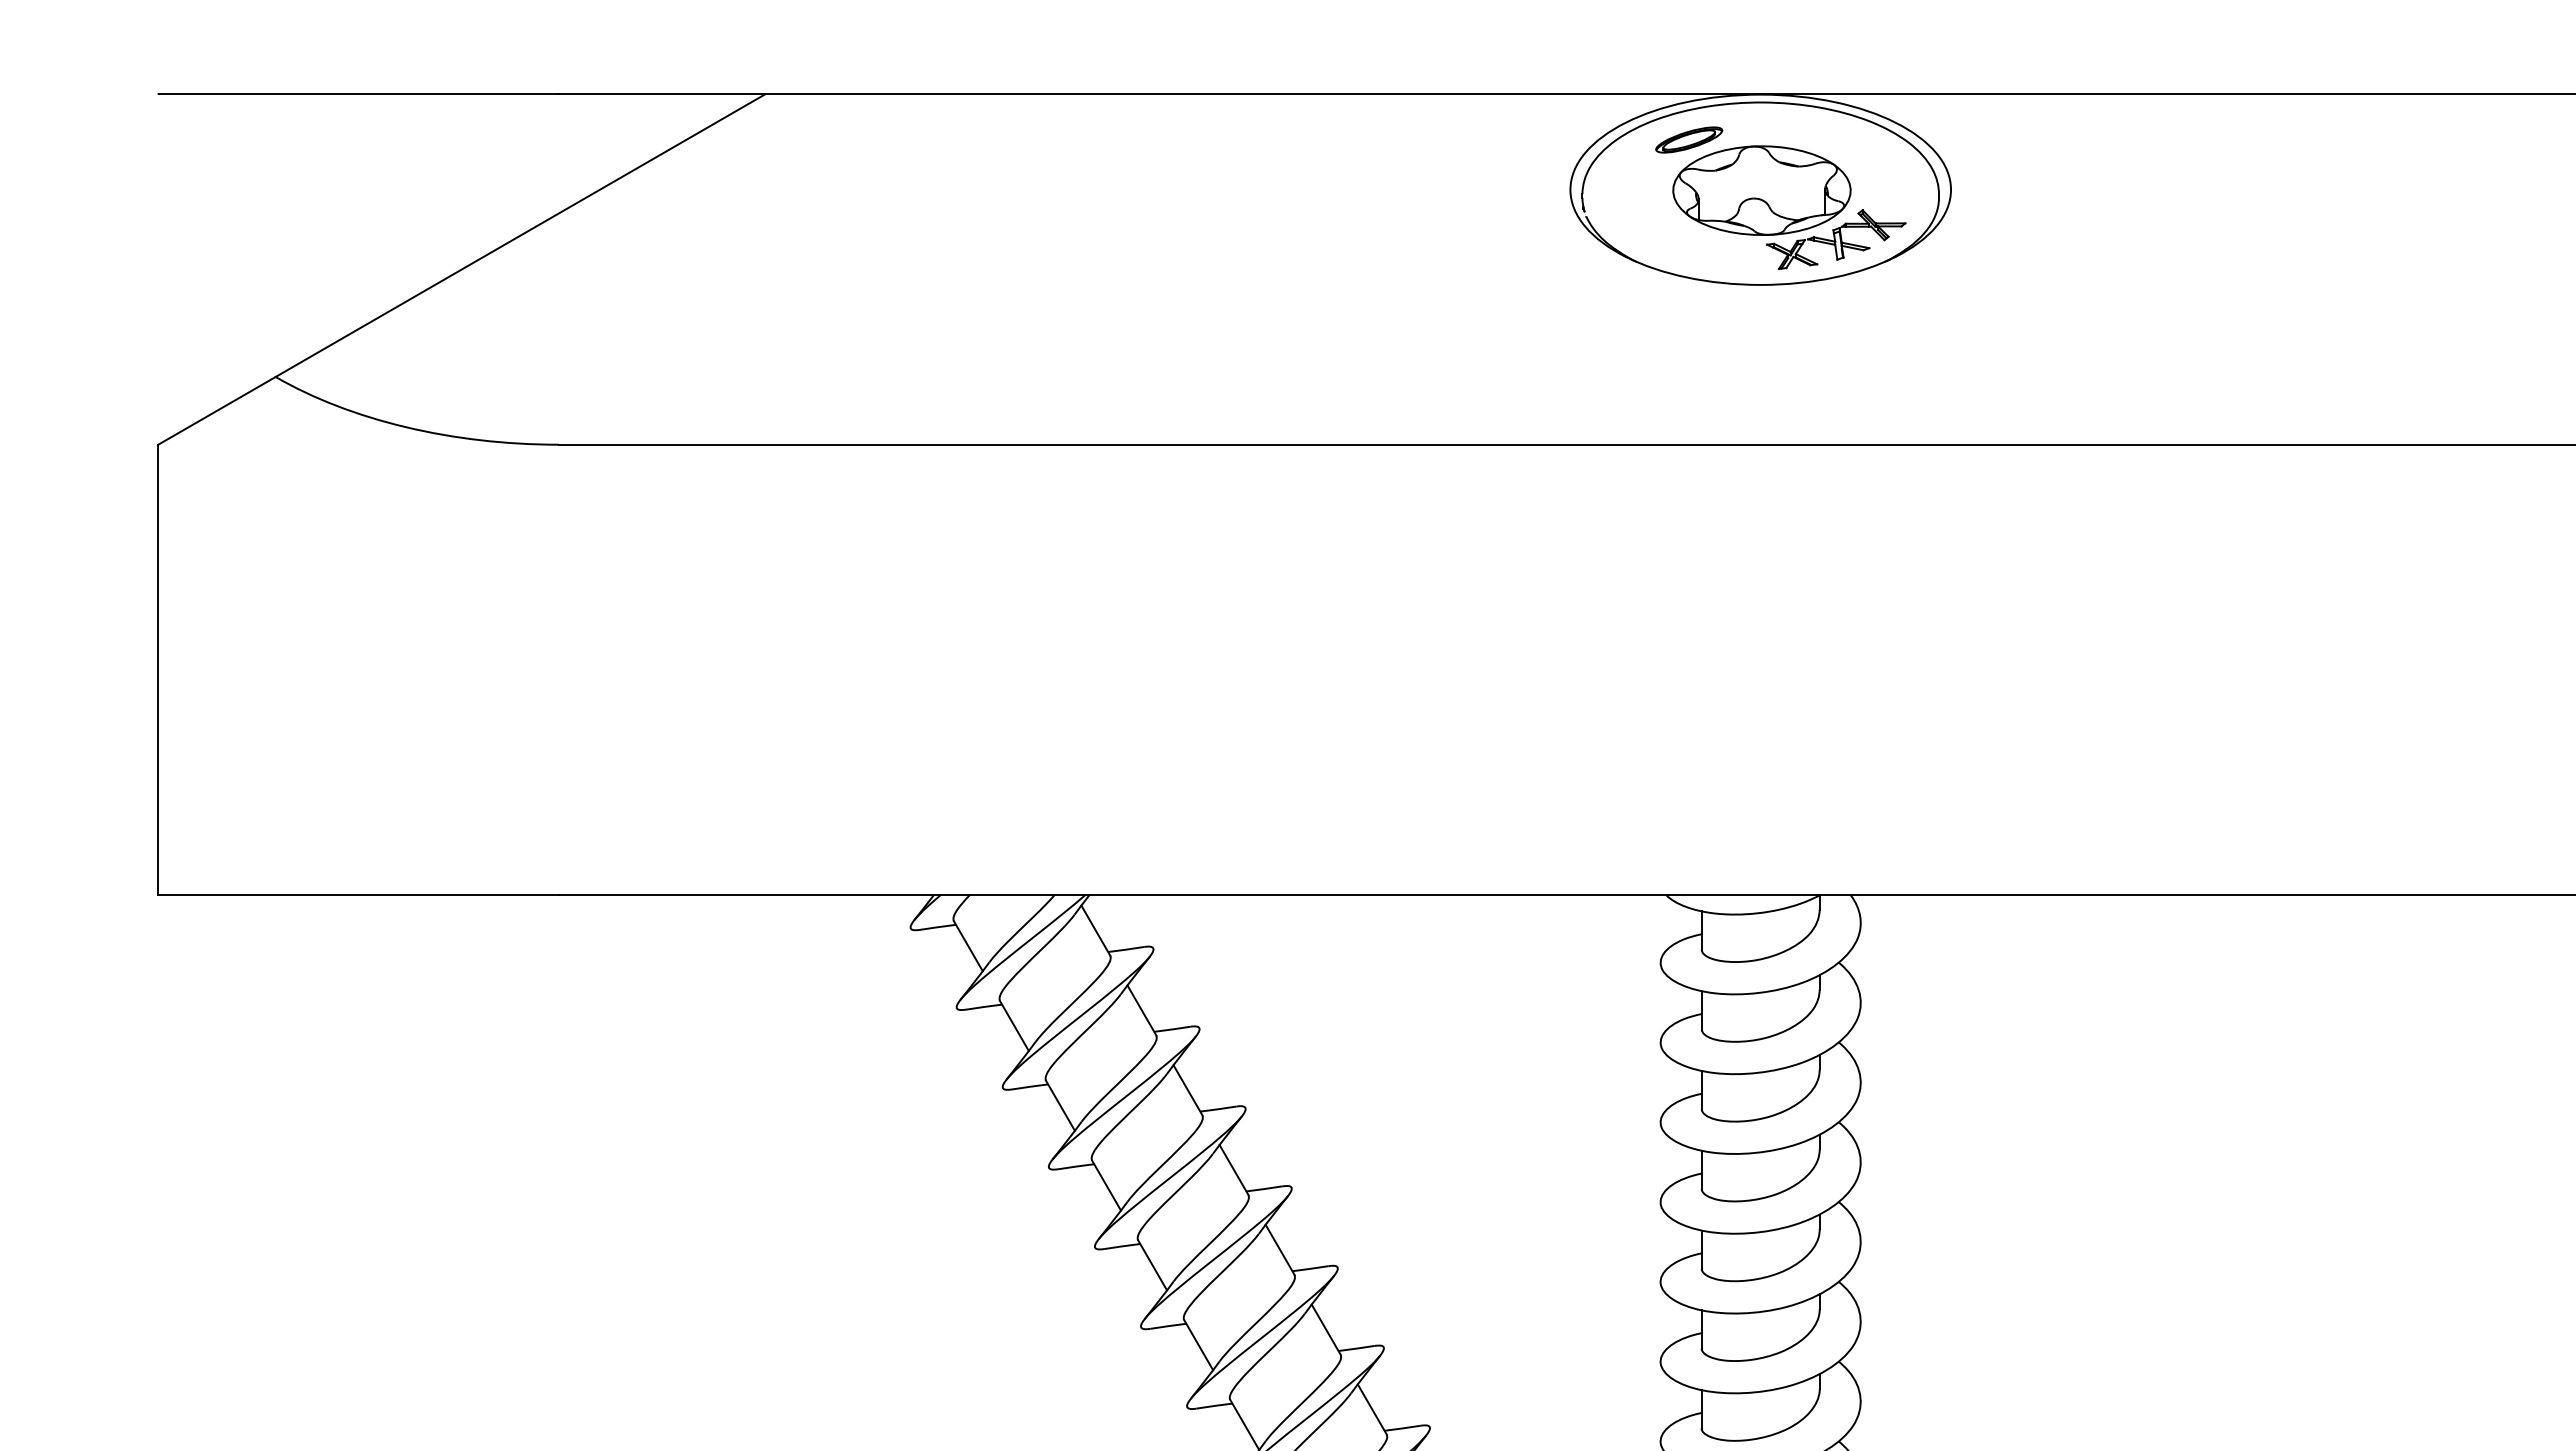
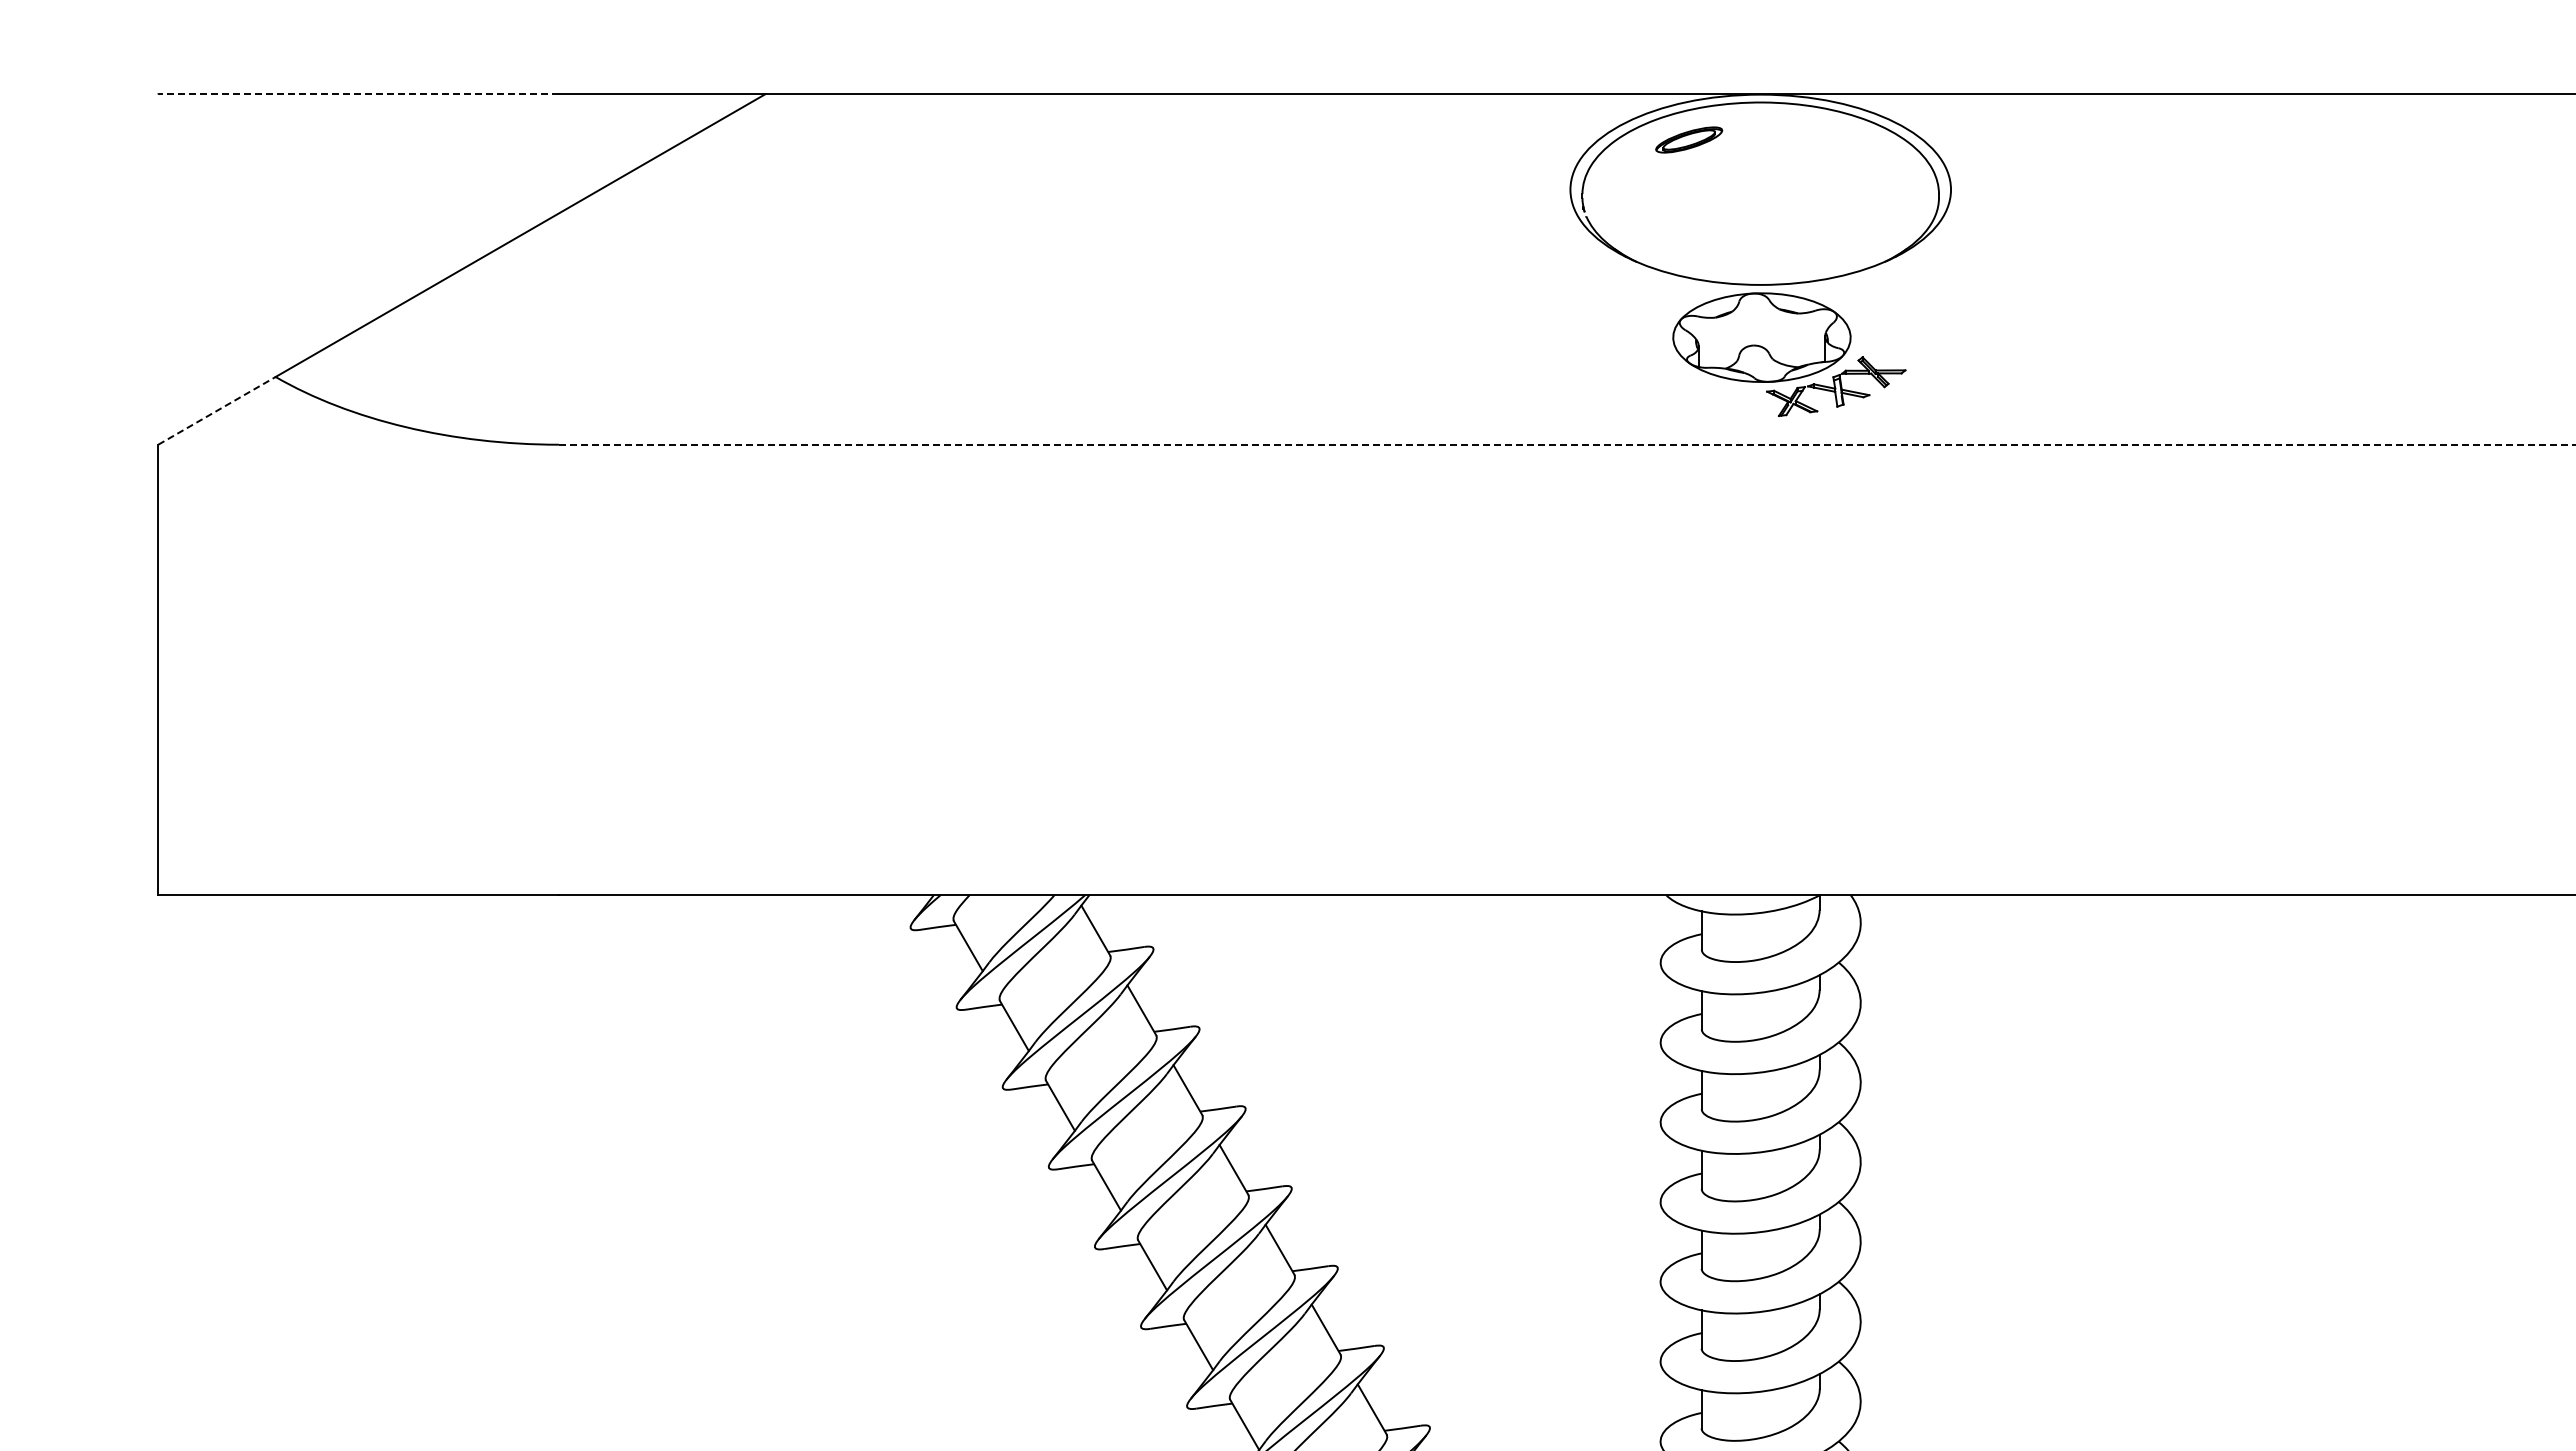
line at (359, 94): solid -> dashed
part at (1789, 207) position: (1789, 207) -> (1789, 354)
line at (216, 410): solid -> dashed
line at (1567, 444): solid -> dashed
